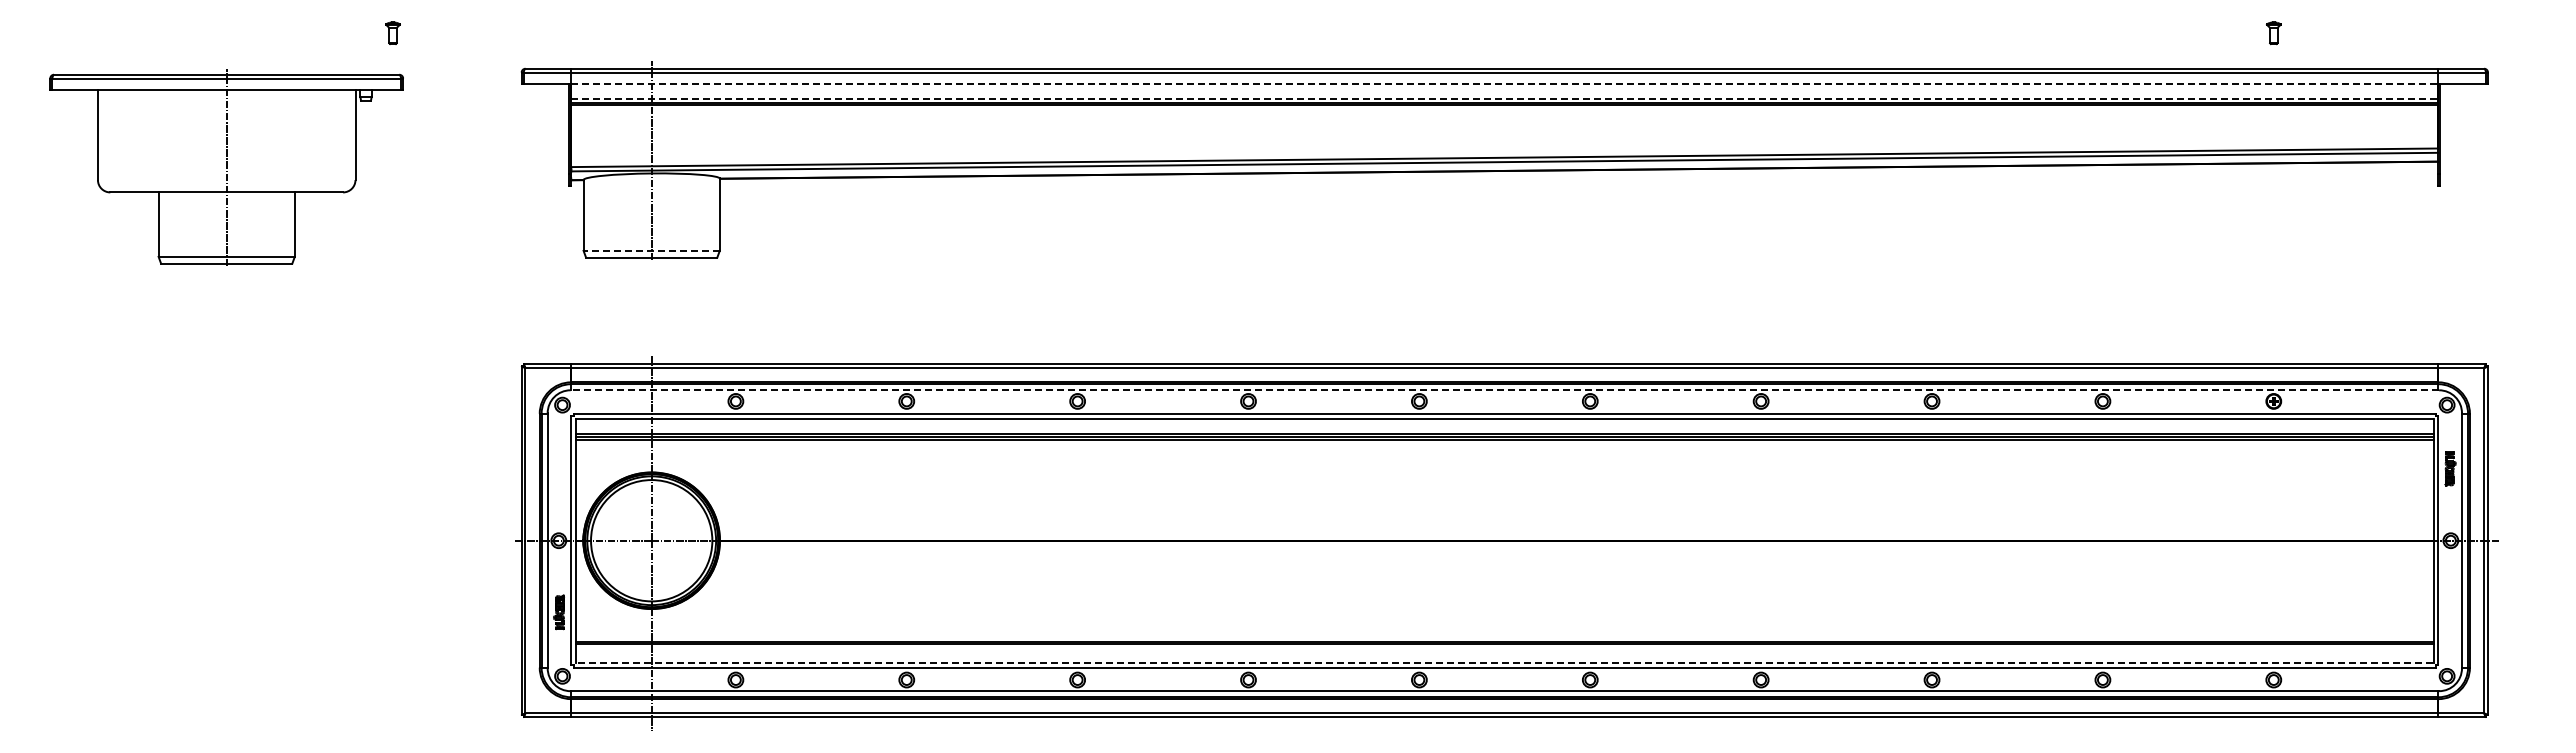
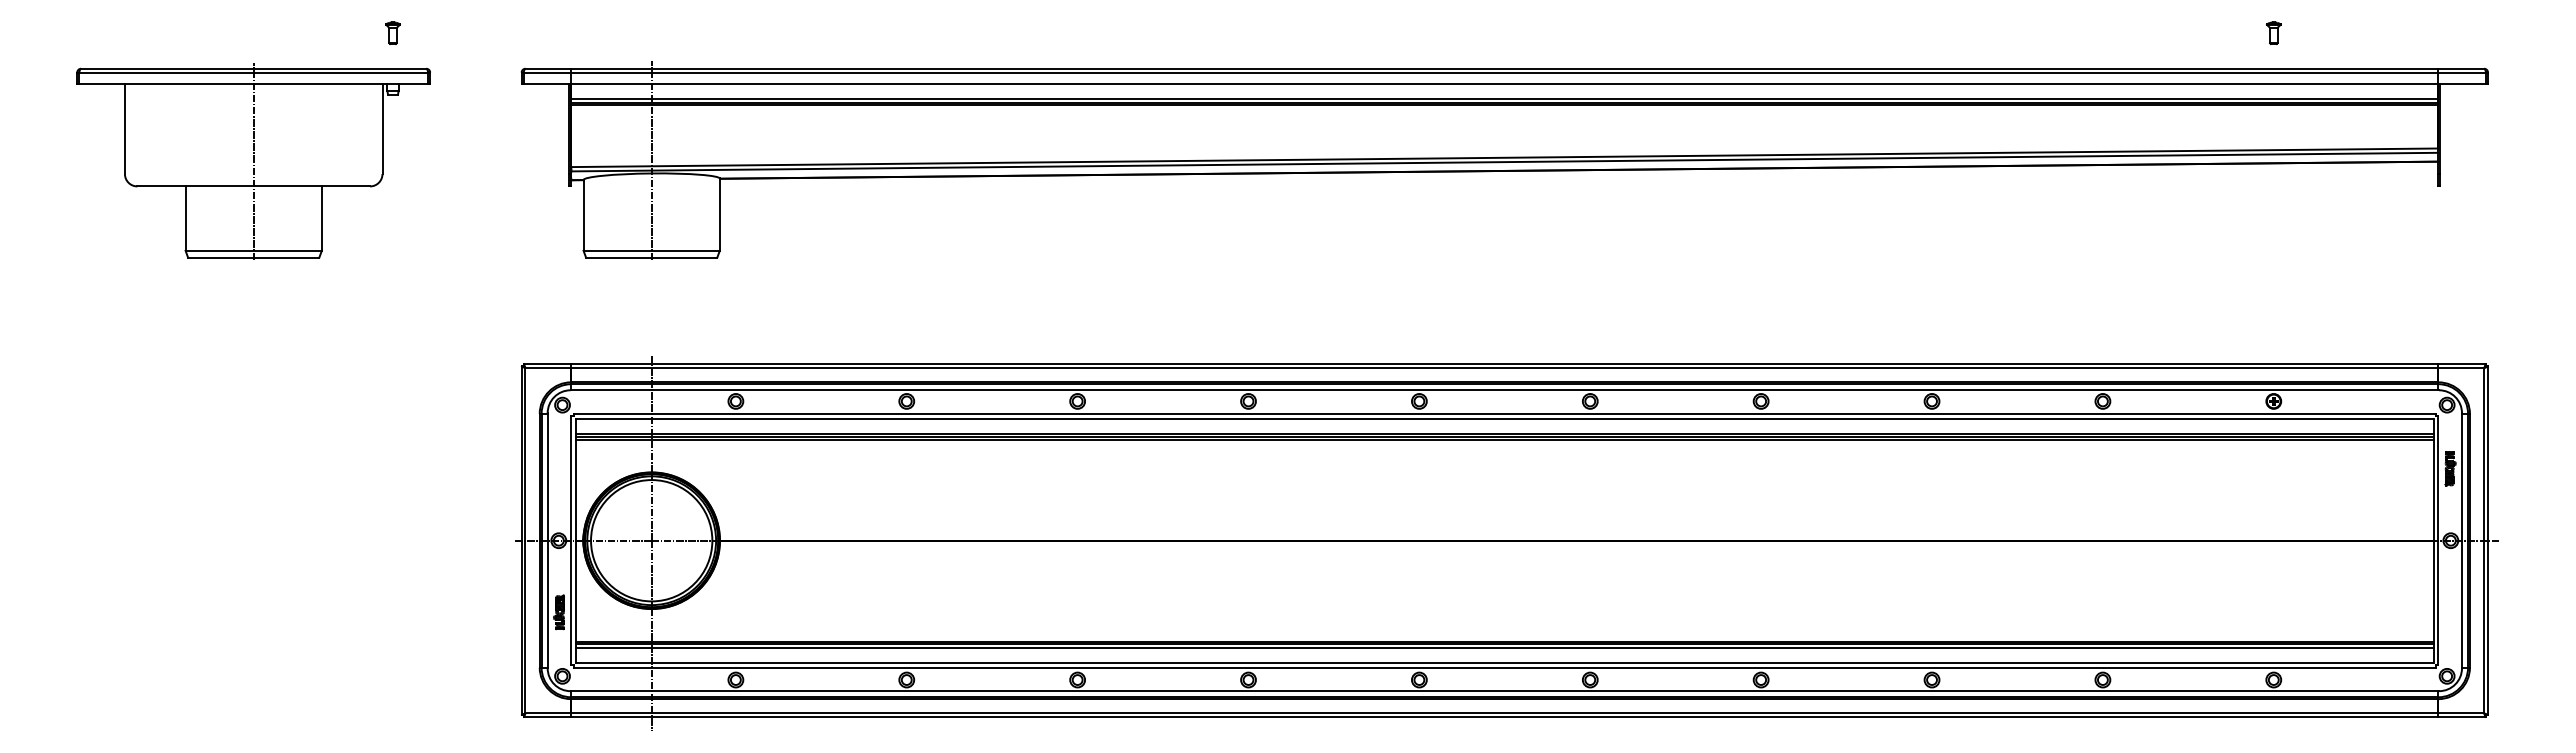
line at (1504, 83): dashed -> solid
line at (1504, 98): dashed -> solid
part at (226, 167) position: (226, 167) -> (253, 161)
line at (651, 250): dashed -> solid
line at (1504, 390): dashed -> solid
line at (1504, 647): none -> present
line at (1504, 662): dashed -> solid
